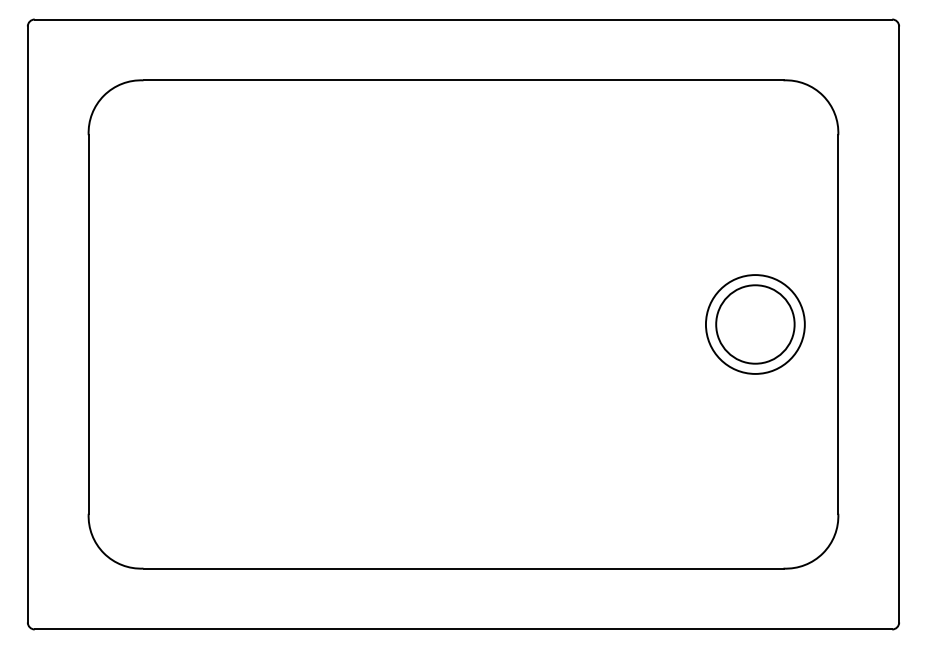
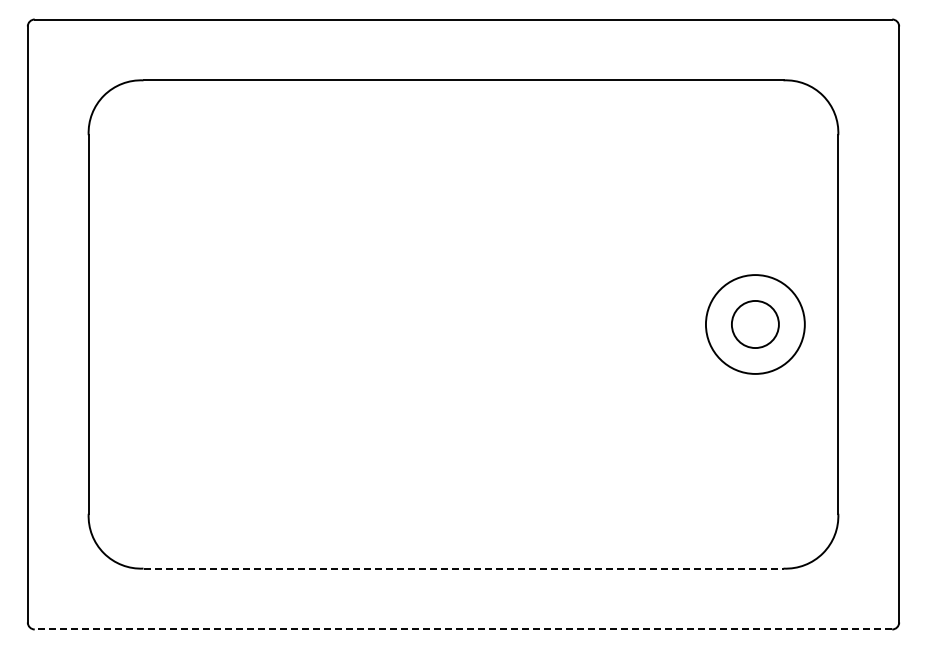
circle at (755, 324) diameter: 78 px -> 47 px
line at (463, 568): solid -> dashed
line at (463, 629): solid -> dashed
